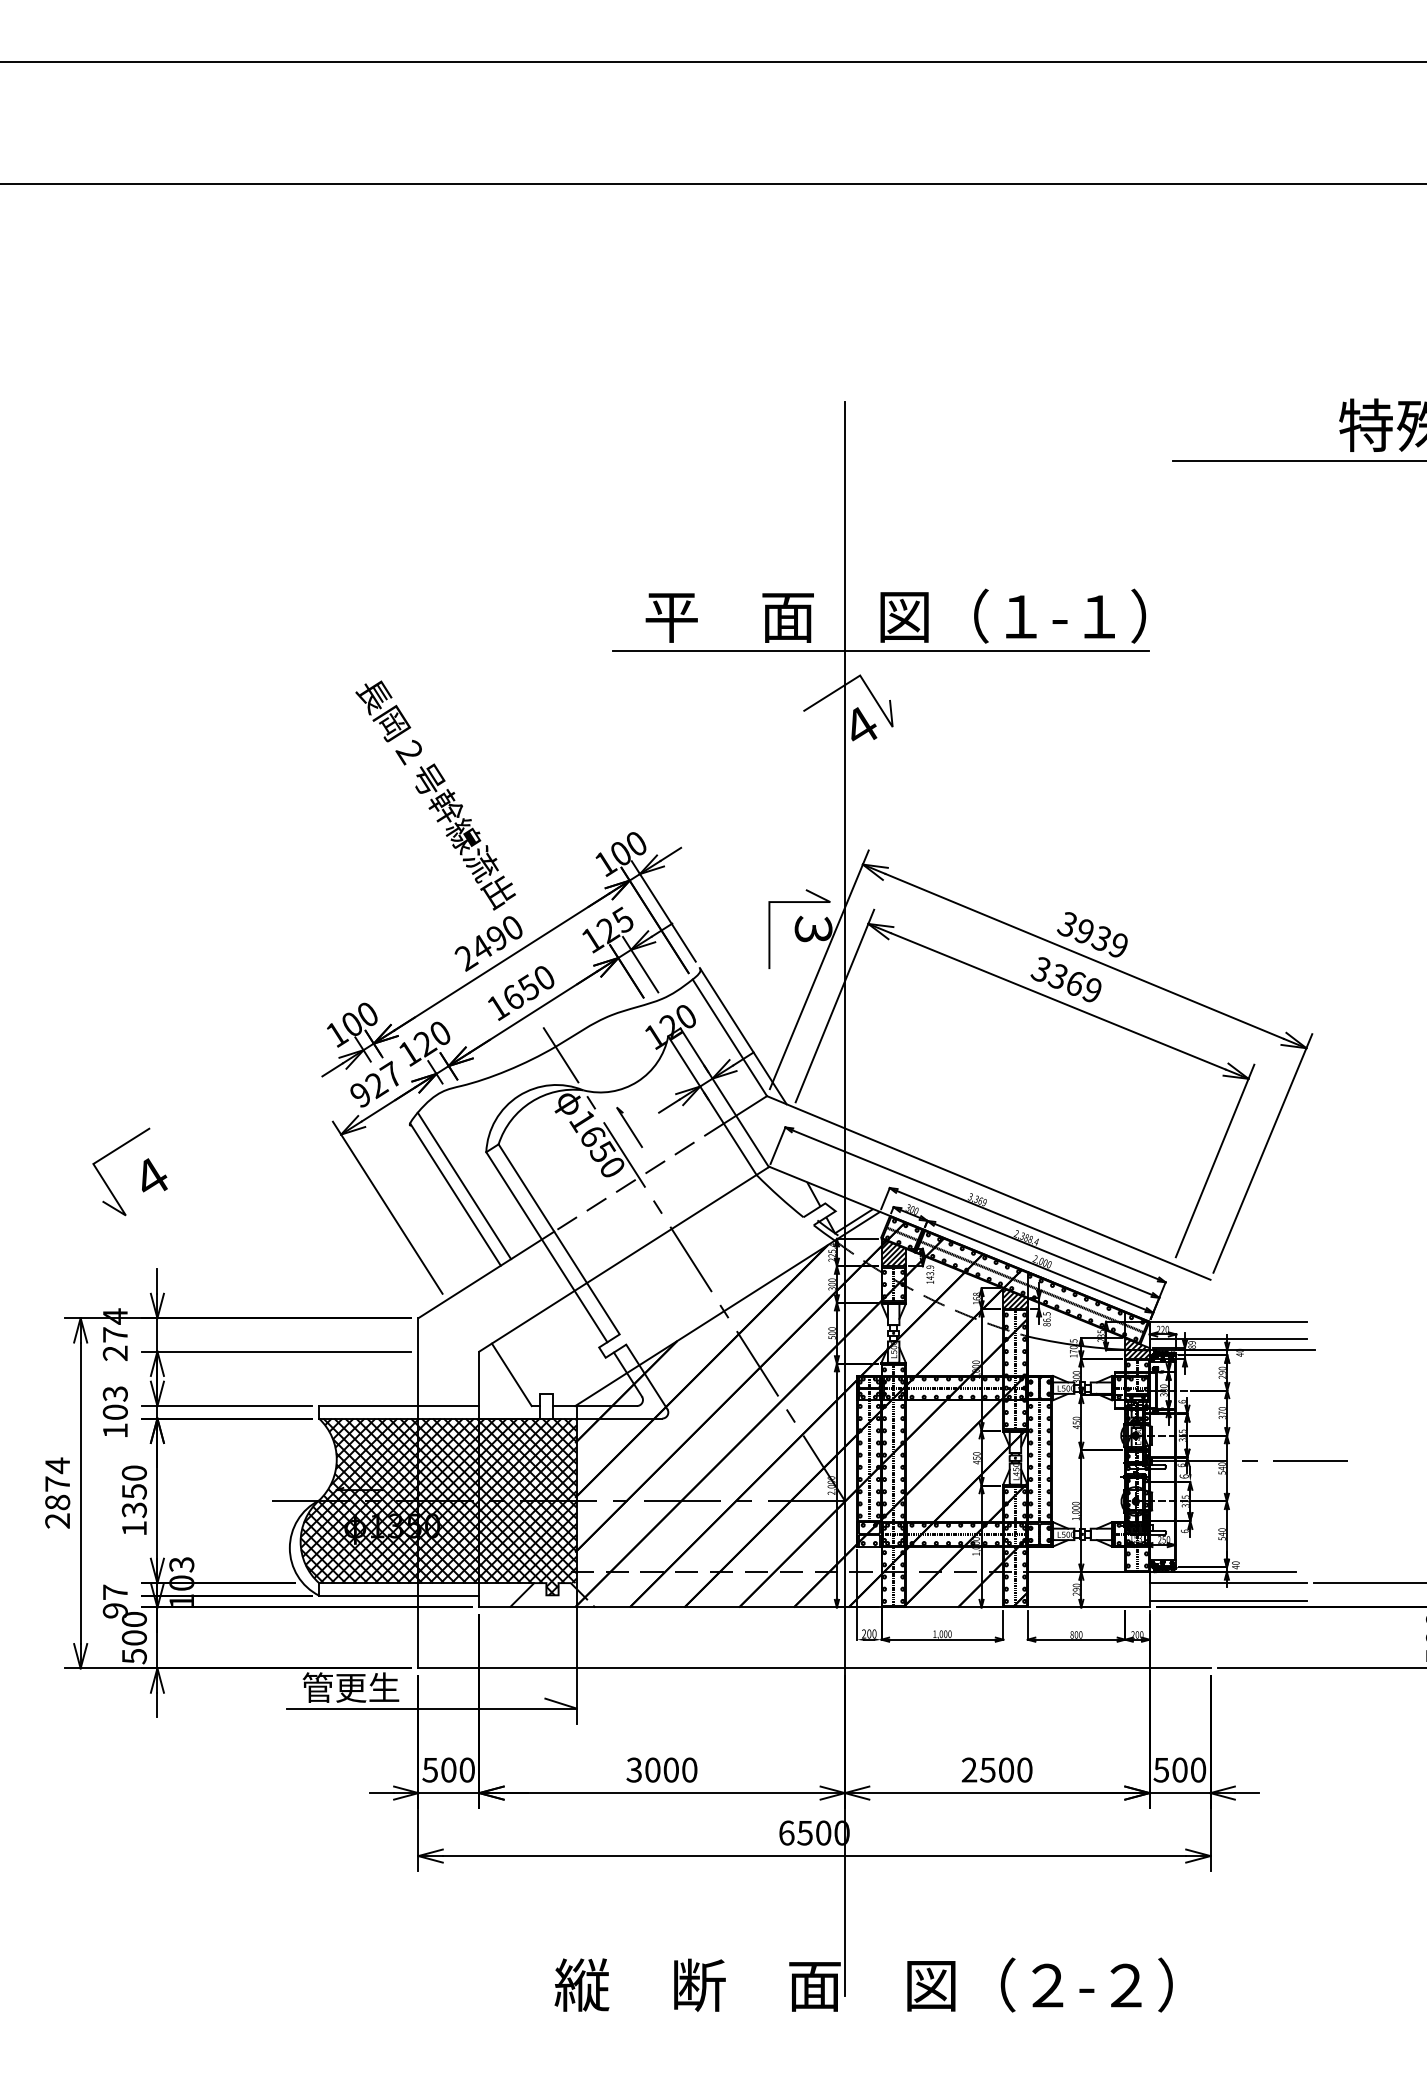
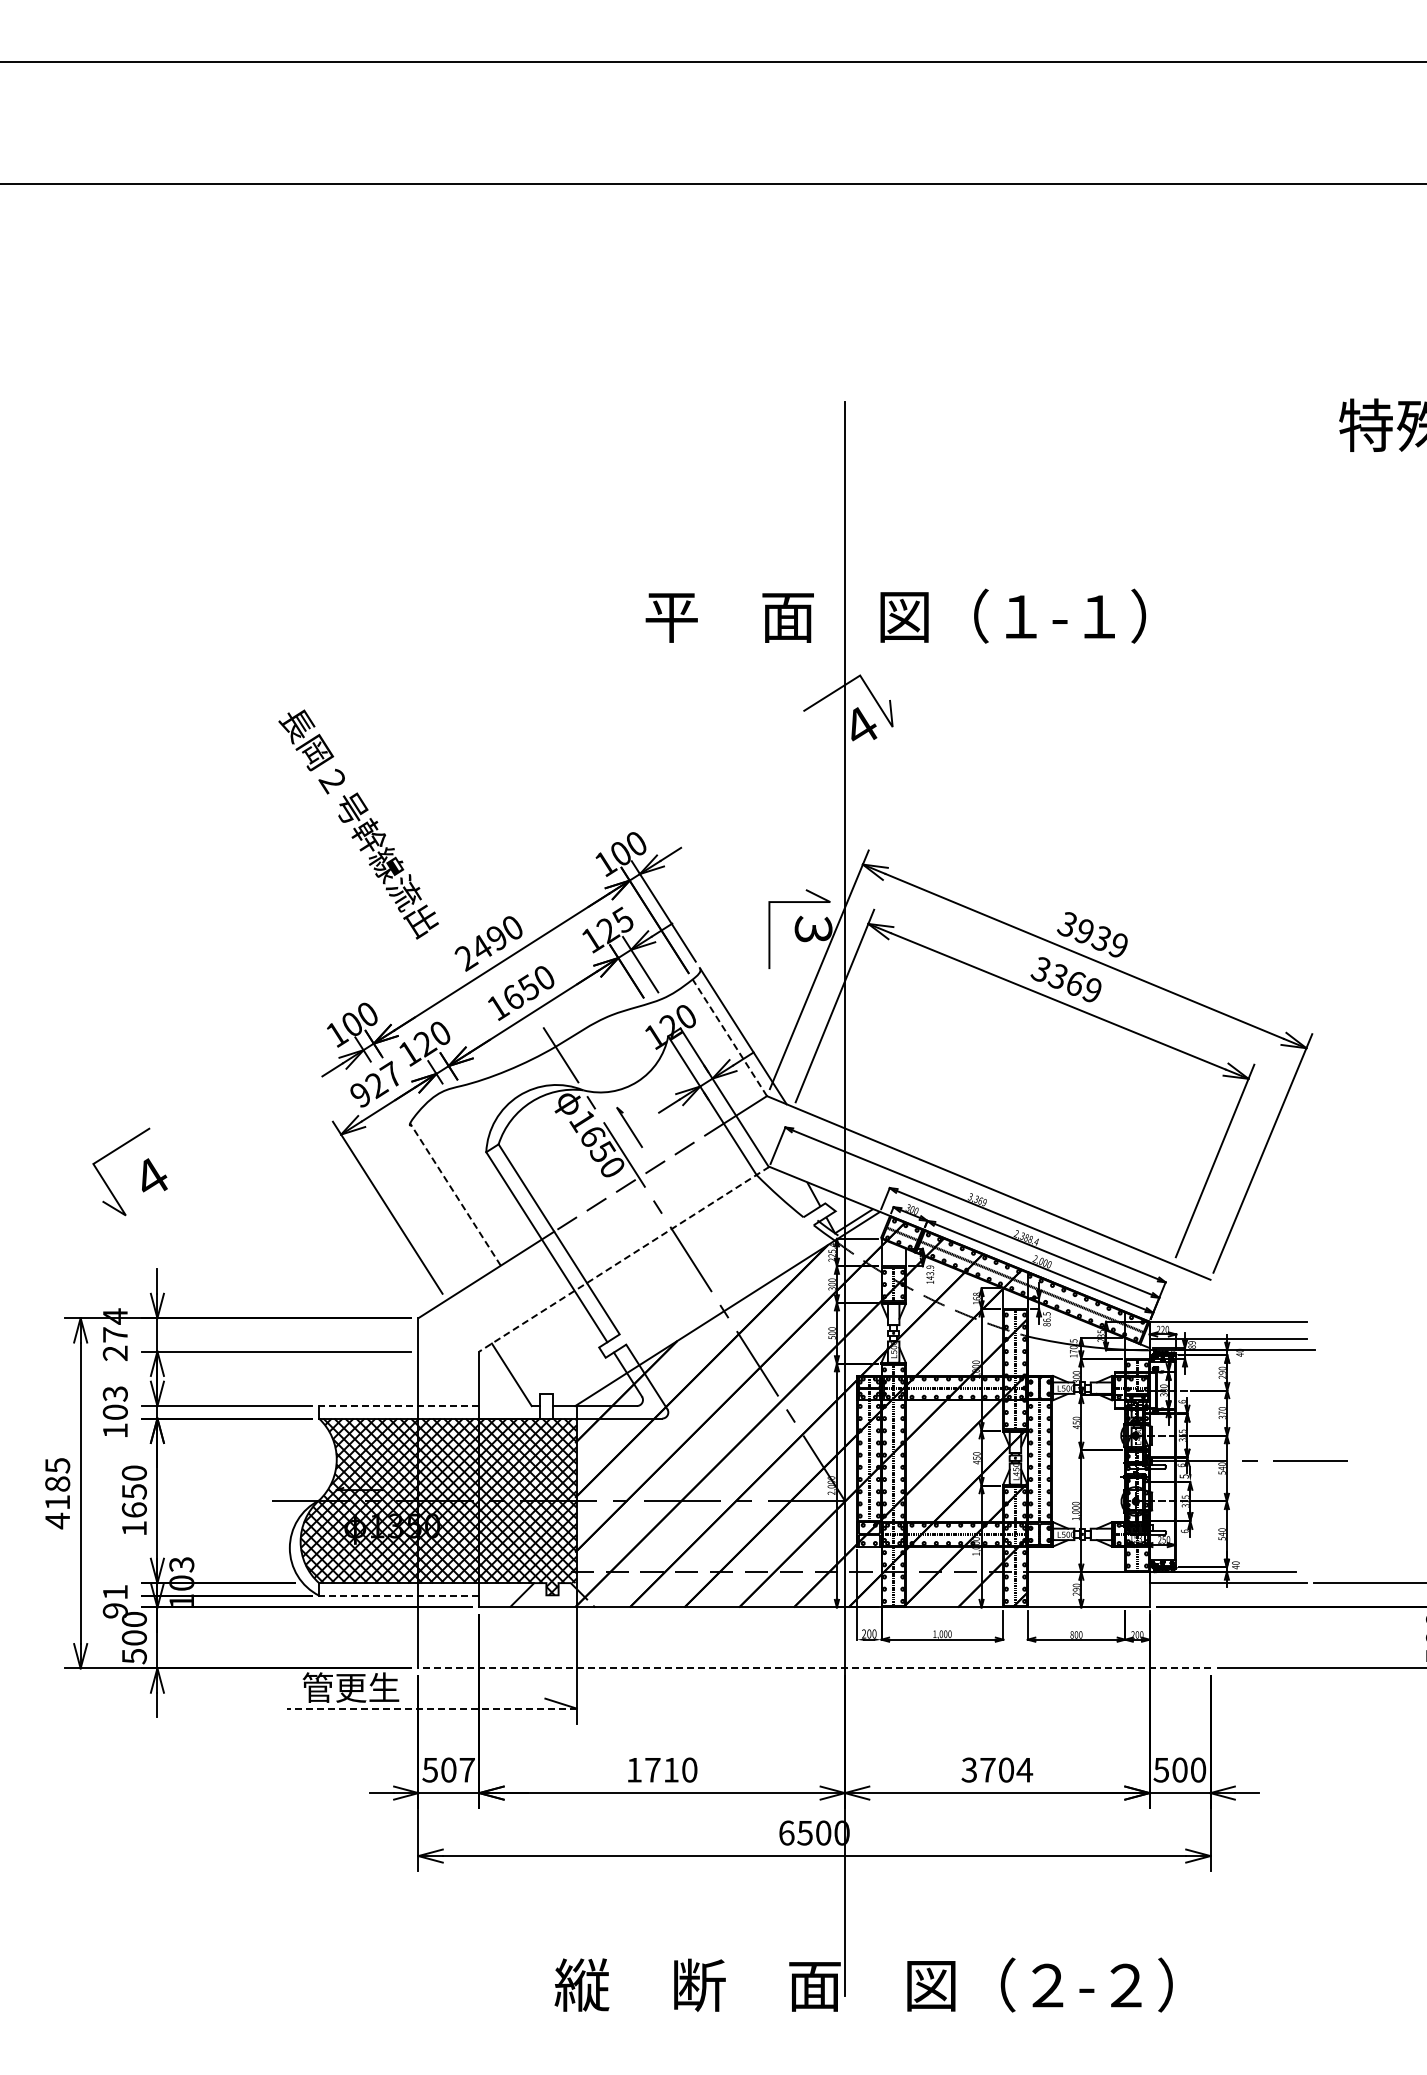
line at (1297, 460): present -> none
line at (880, 651): present -> none
text at (435, 795) position: (435, 795) -> (358, 824)
line at (729, 1037): solid -> dashed
line at (464, 1185): present -> none
line at (455, 1194): solid -> dashed
hatch at (893, 1253): present -> none
line at (624, 1259): solid -> dashed
hatch at (1015, 1298): present -> none
hatch at (1137, 1348): present -> none
line at (398, 1406): solid -> dashed
text at (1183, 1476): 6 -> 5
text at (57, 1493): 2874 -> 4185
text at (133, 1510): 1350 -> 1650
text at (115, 1591): 97 -> 91
line at (398, 1595): solid -> dashed
line at (1227, 1600): present -> none
line at (813, 1668): solid -> dashed
line at (431, 1708): solid -> dashed
text at (466, 1769): 500 -> 507
text at (652, 1769): 3000 -> 1710
text at (997, 1769): 2500 -> 3704
